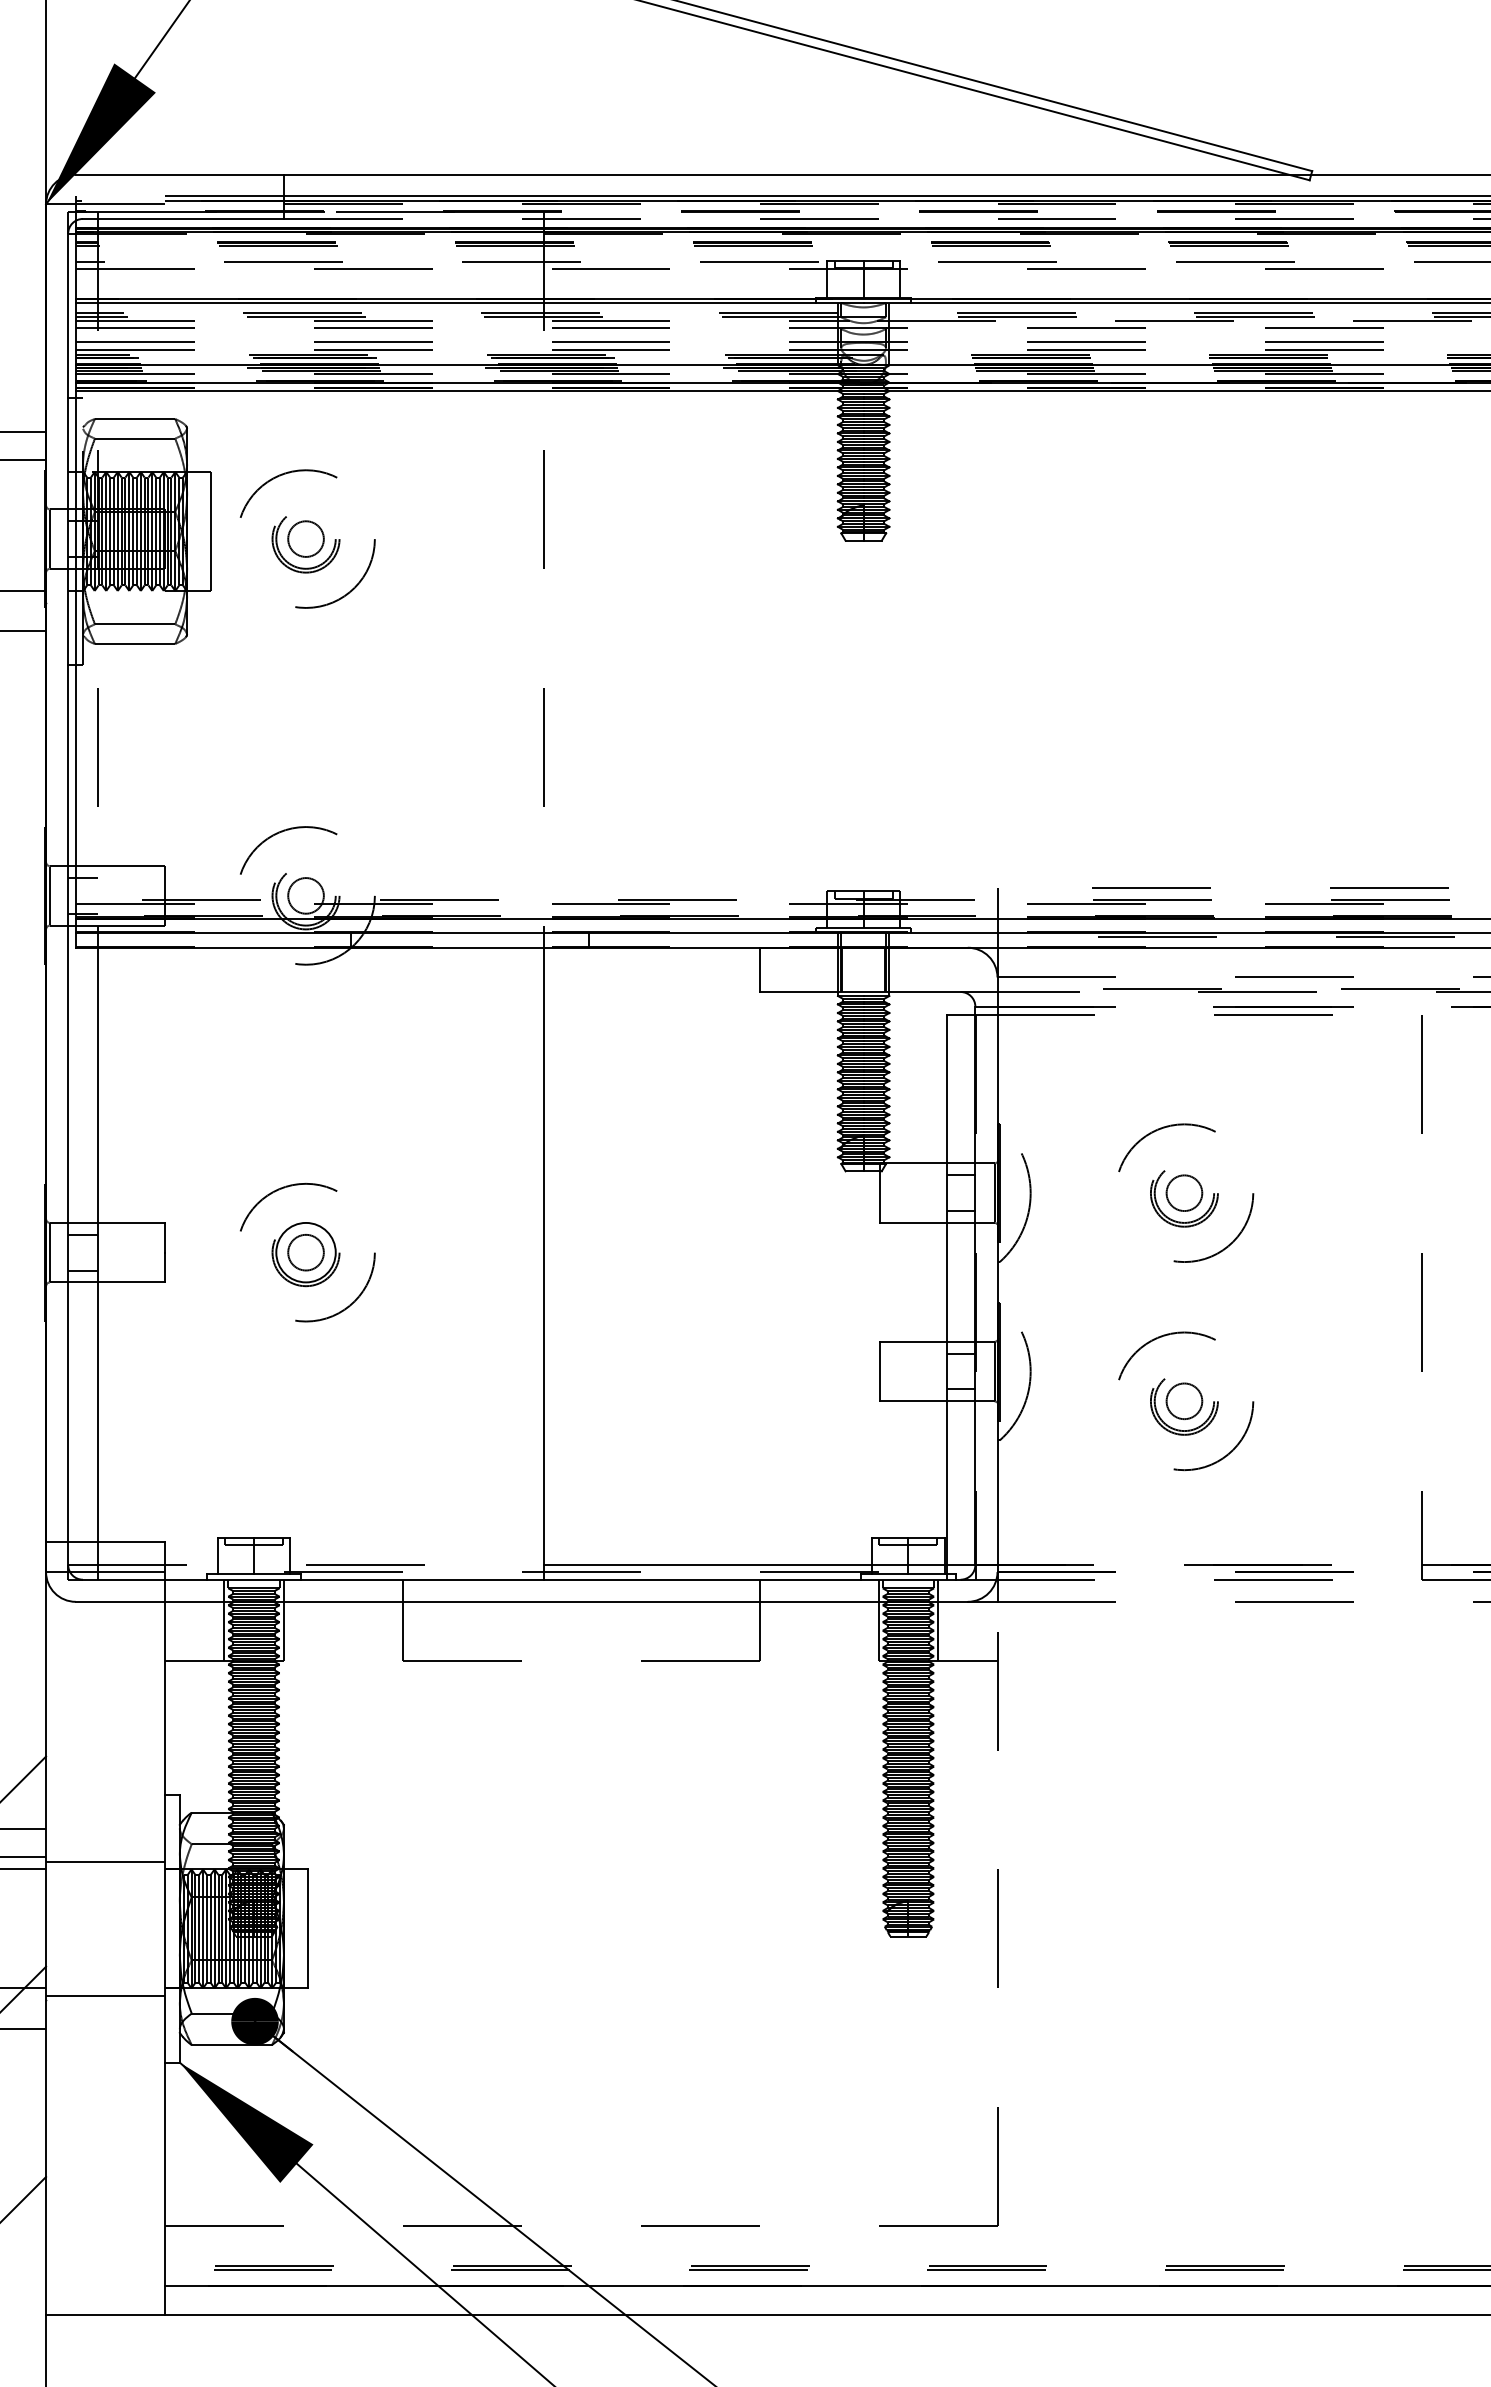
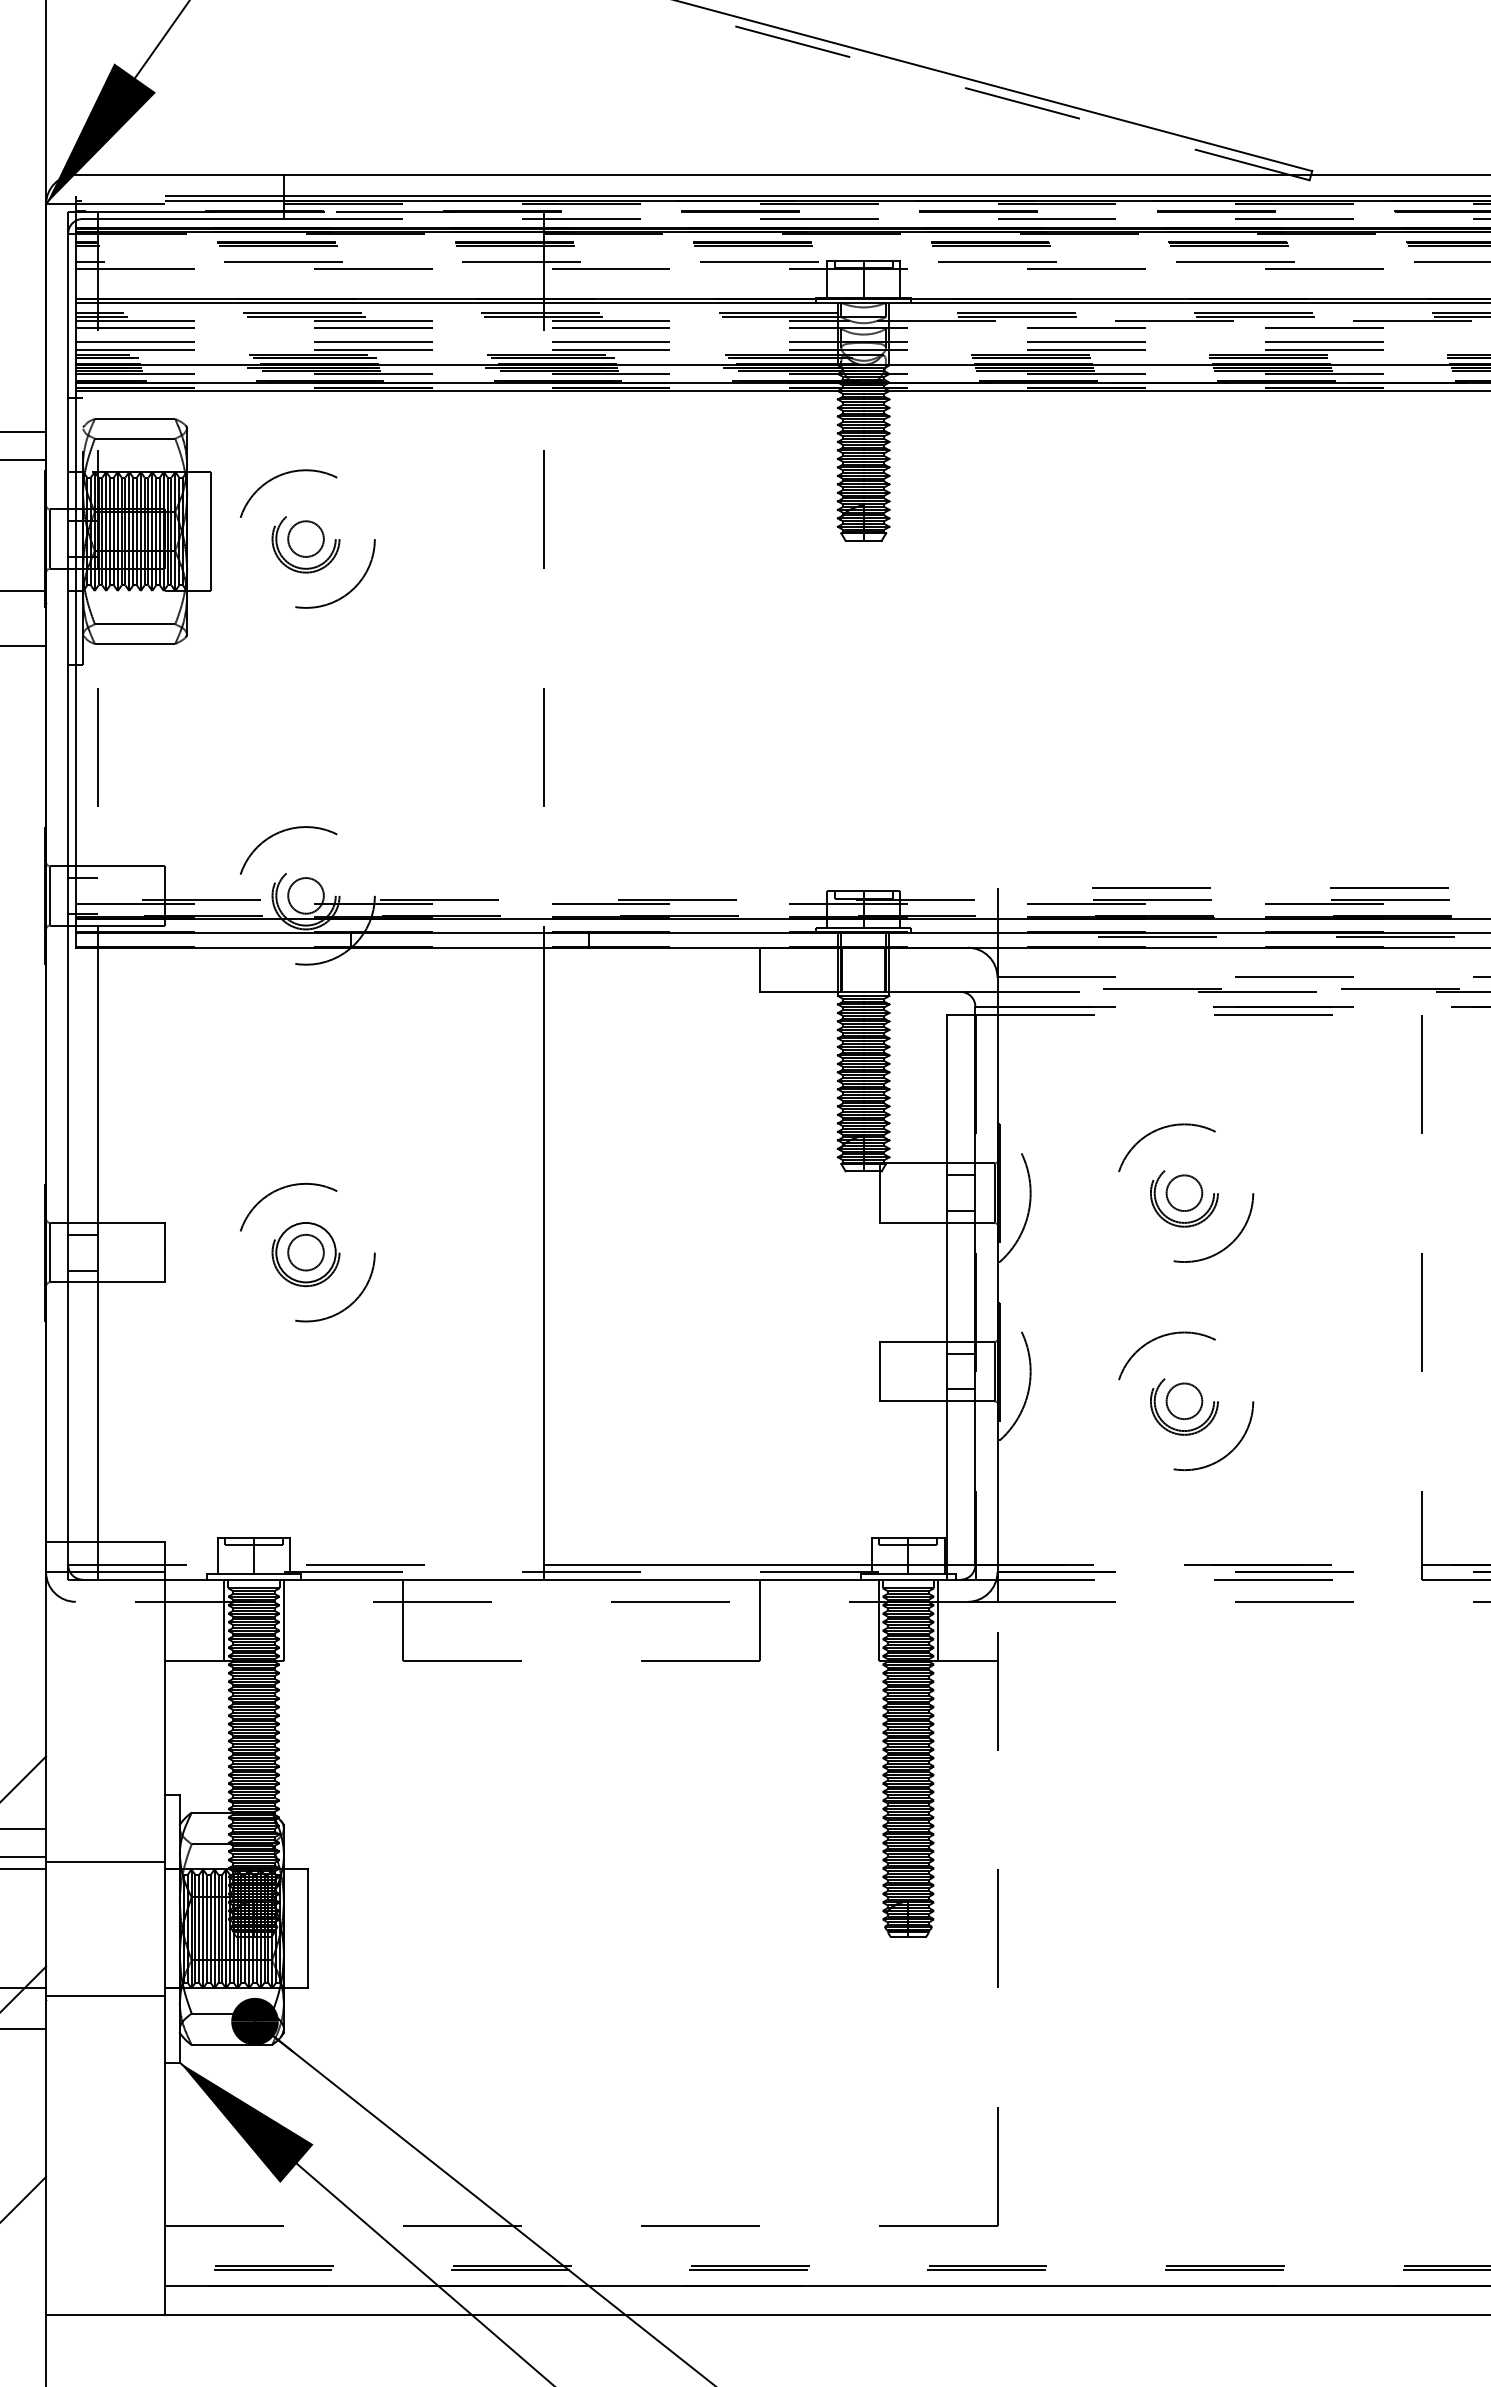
line at (973, 90): solid -> dashed
line at (24, 631) position: (24, 631) -> (24, 646)
line at (521, 1601): solid -> dashed
